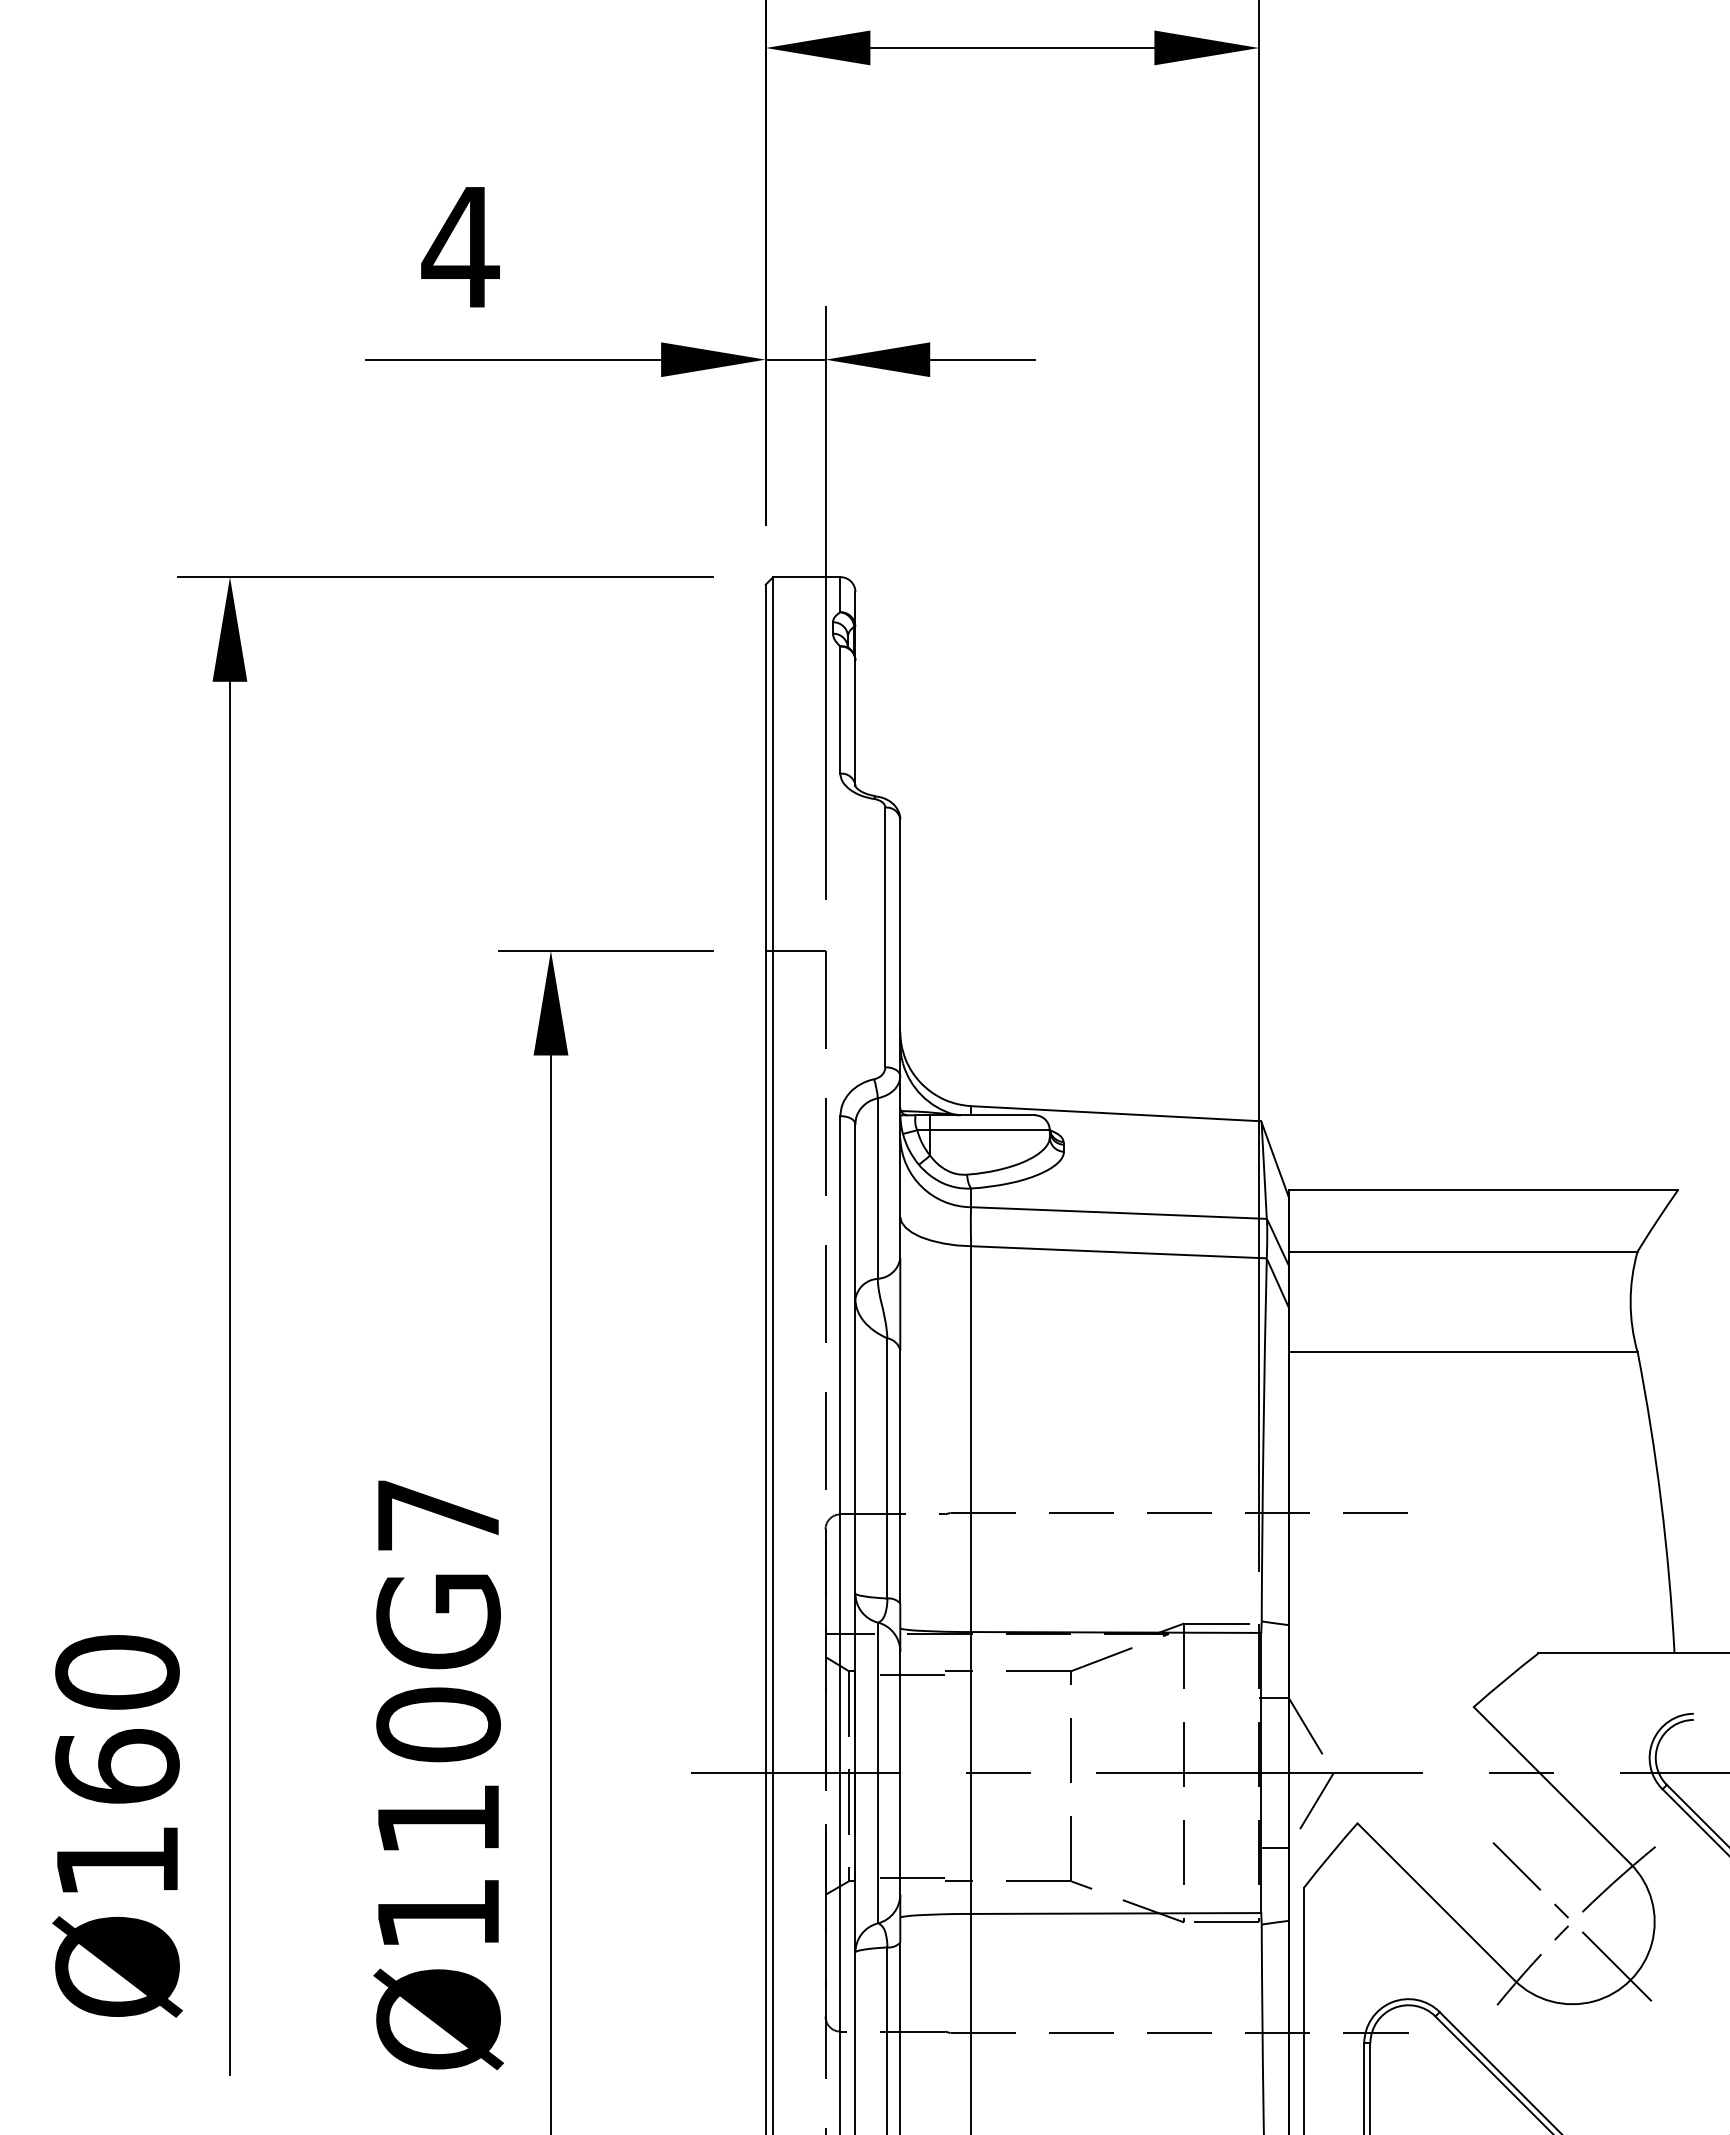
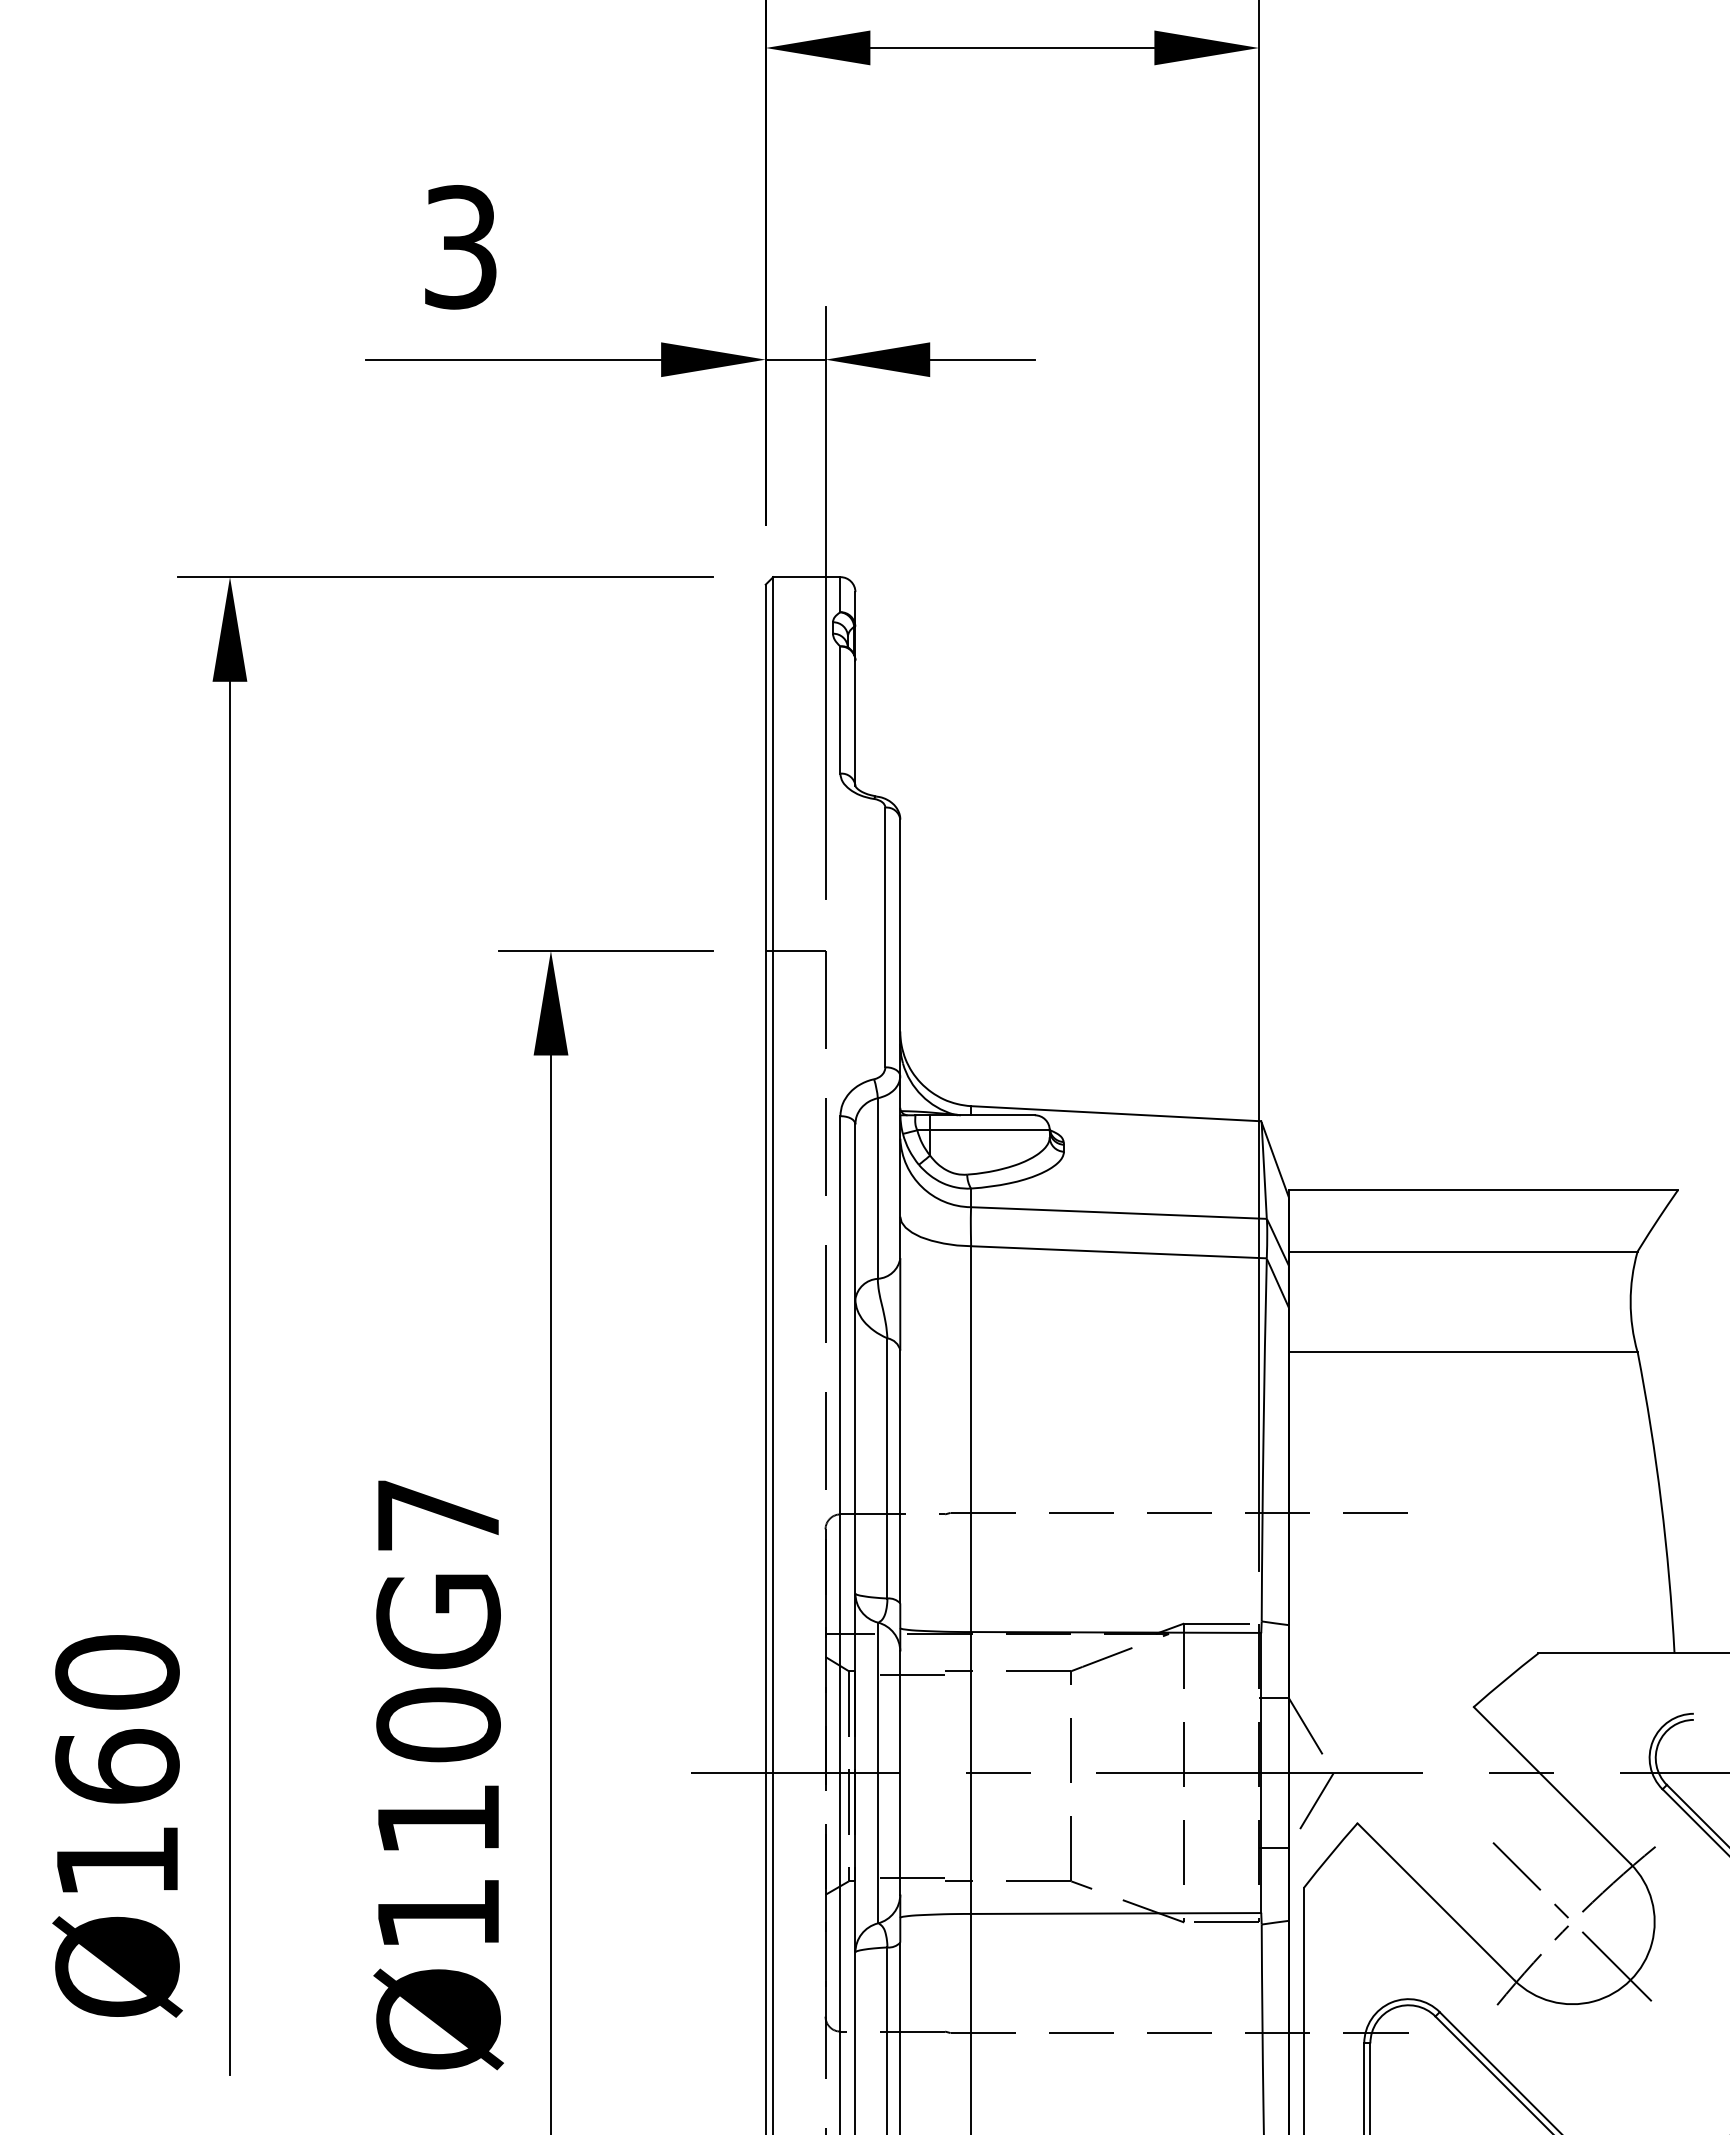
text at (460, 247): 4 -> 3
